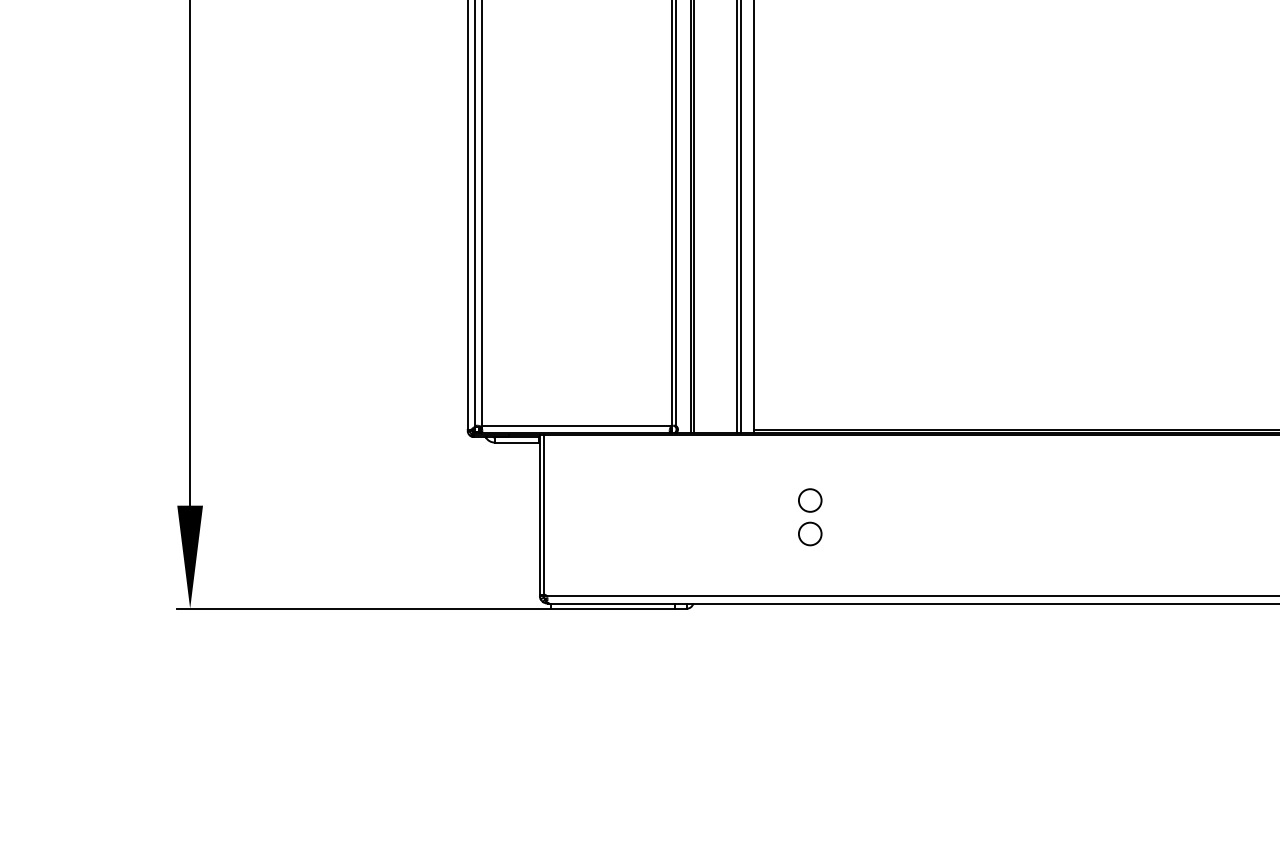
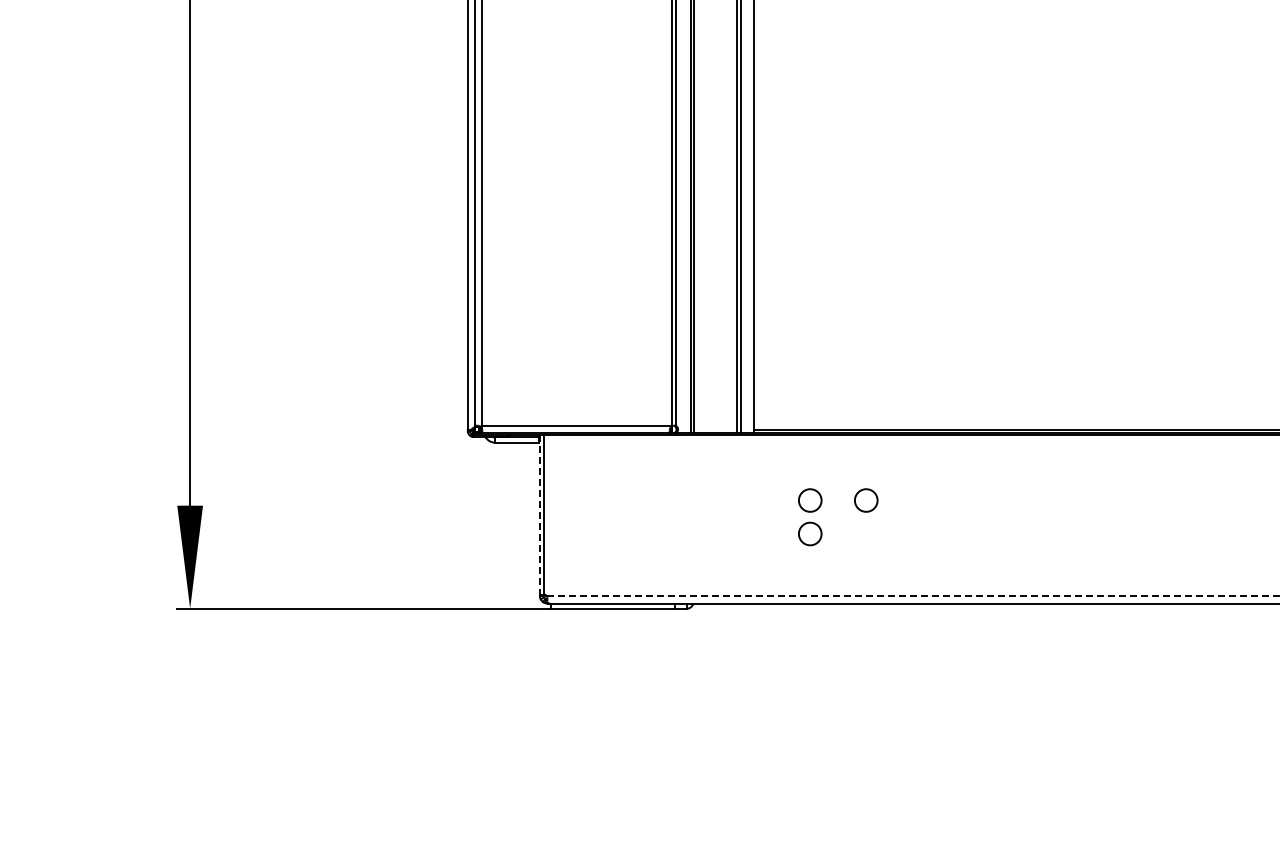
circle at (866, 500): none -> present
line at (539, 514): solid -> dashed
line at (913, 595): solid -> dashed
